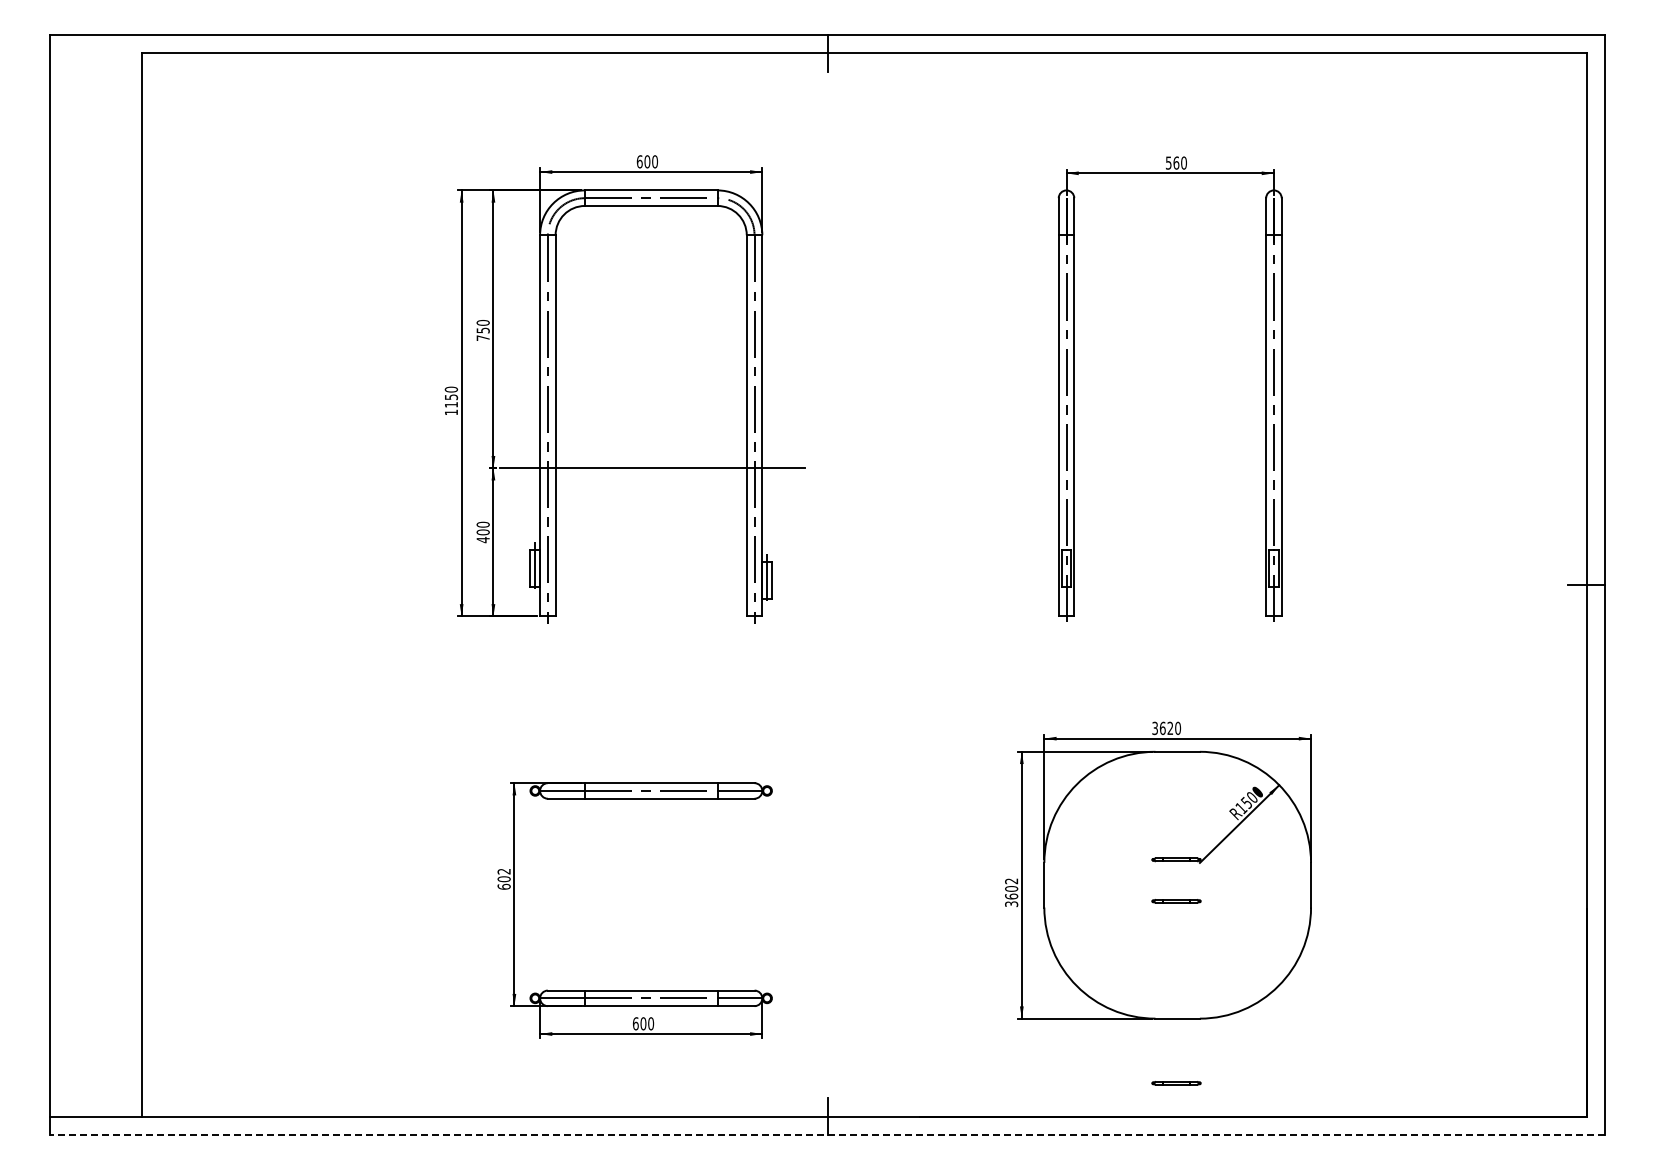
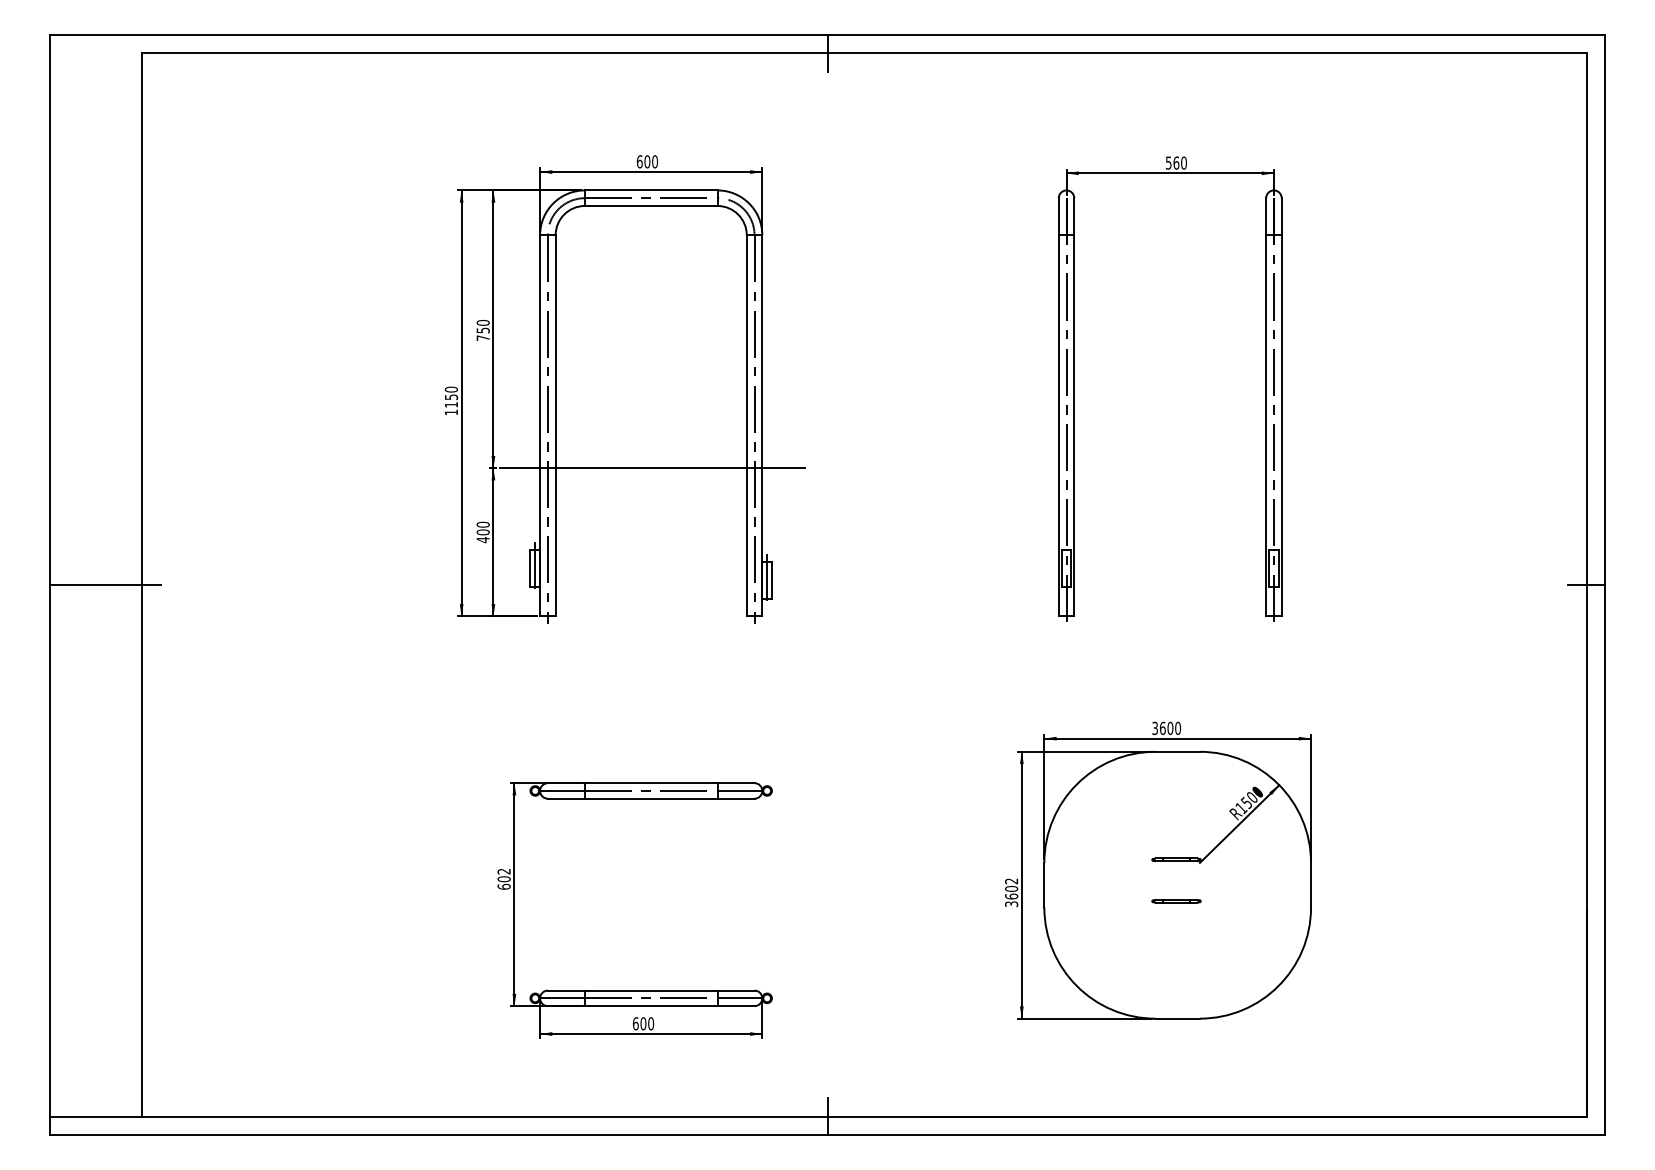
line at (104, 585): none -> present
text at (1170, 728): 3620 -> 3600
line at (1176, 1082): present -> none
line at (827, 1135): dashed -> solid
